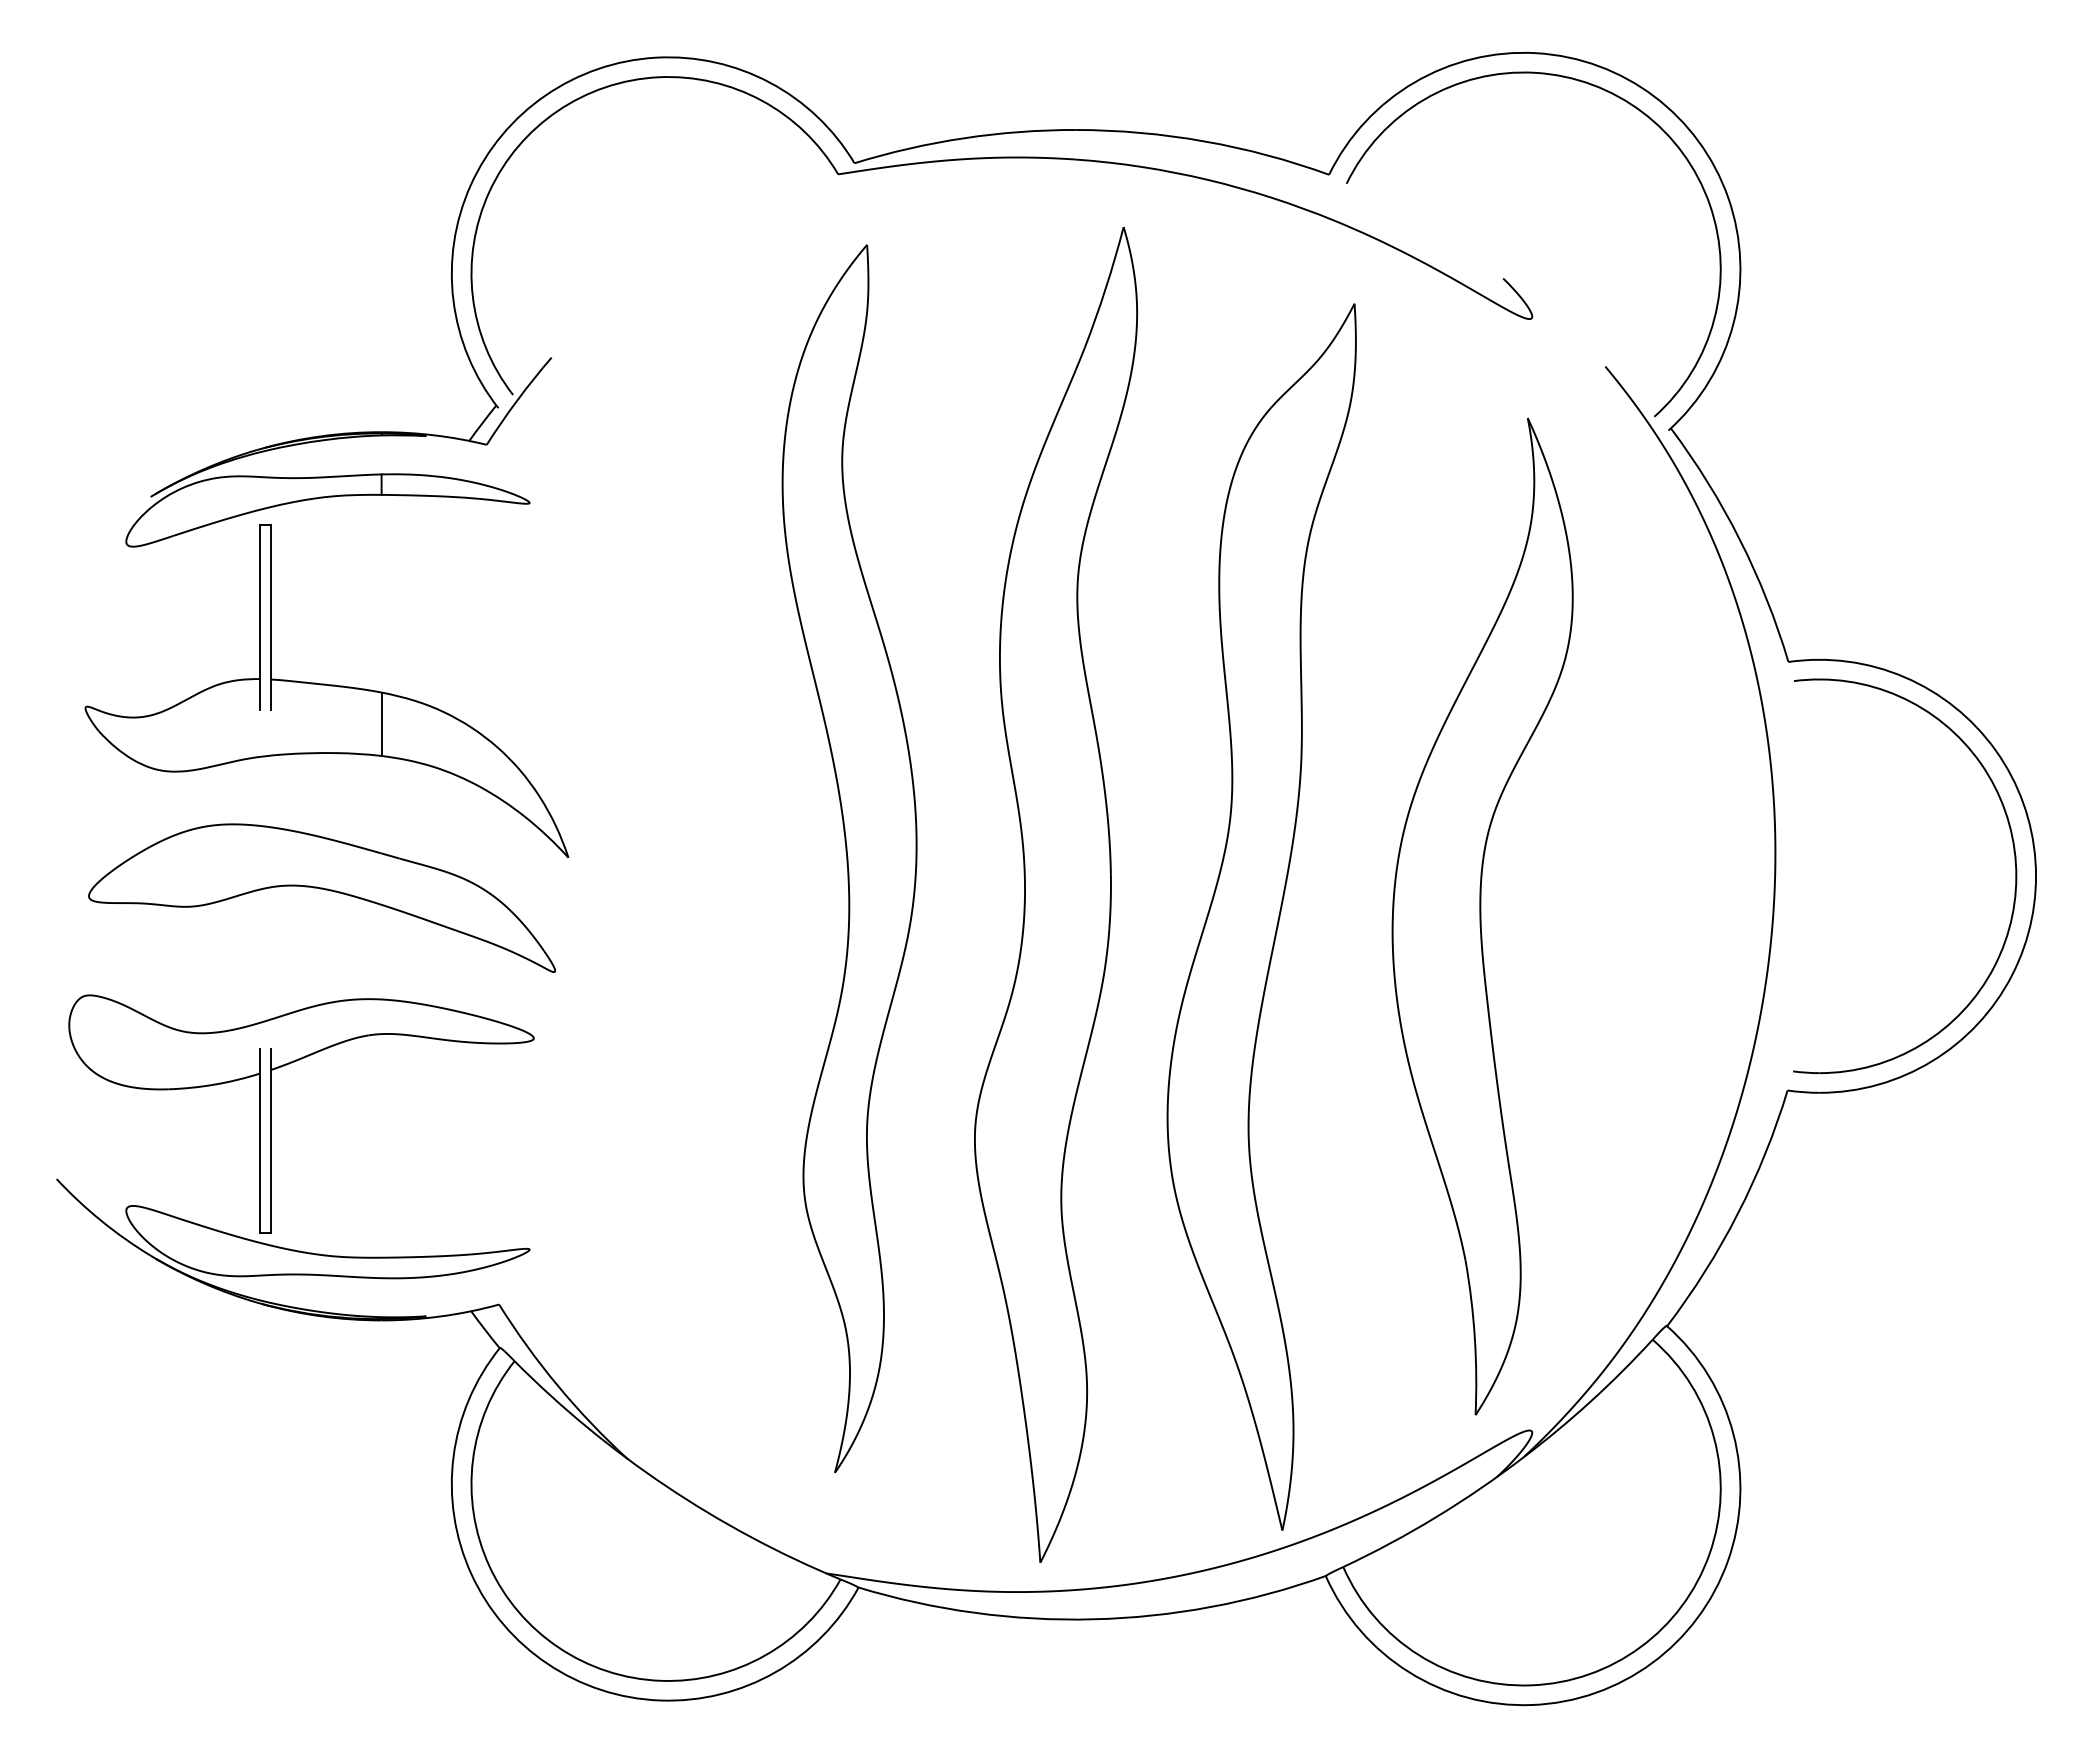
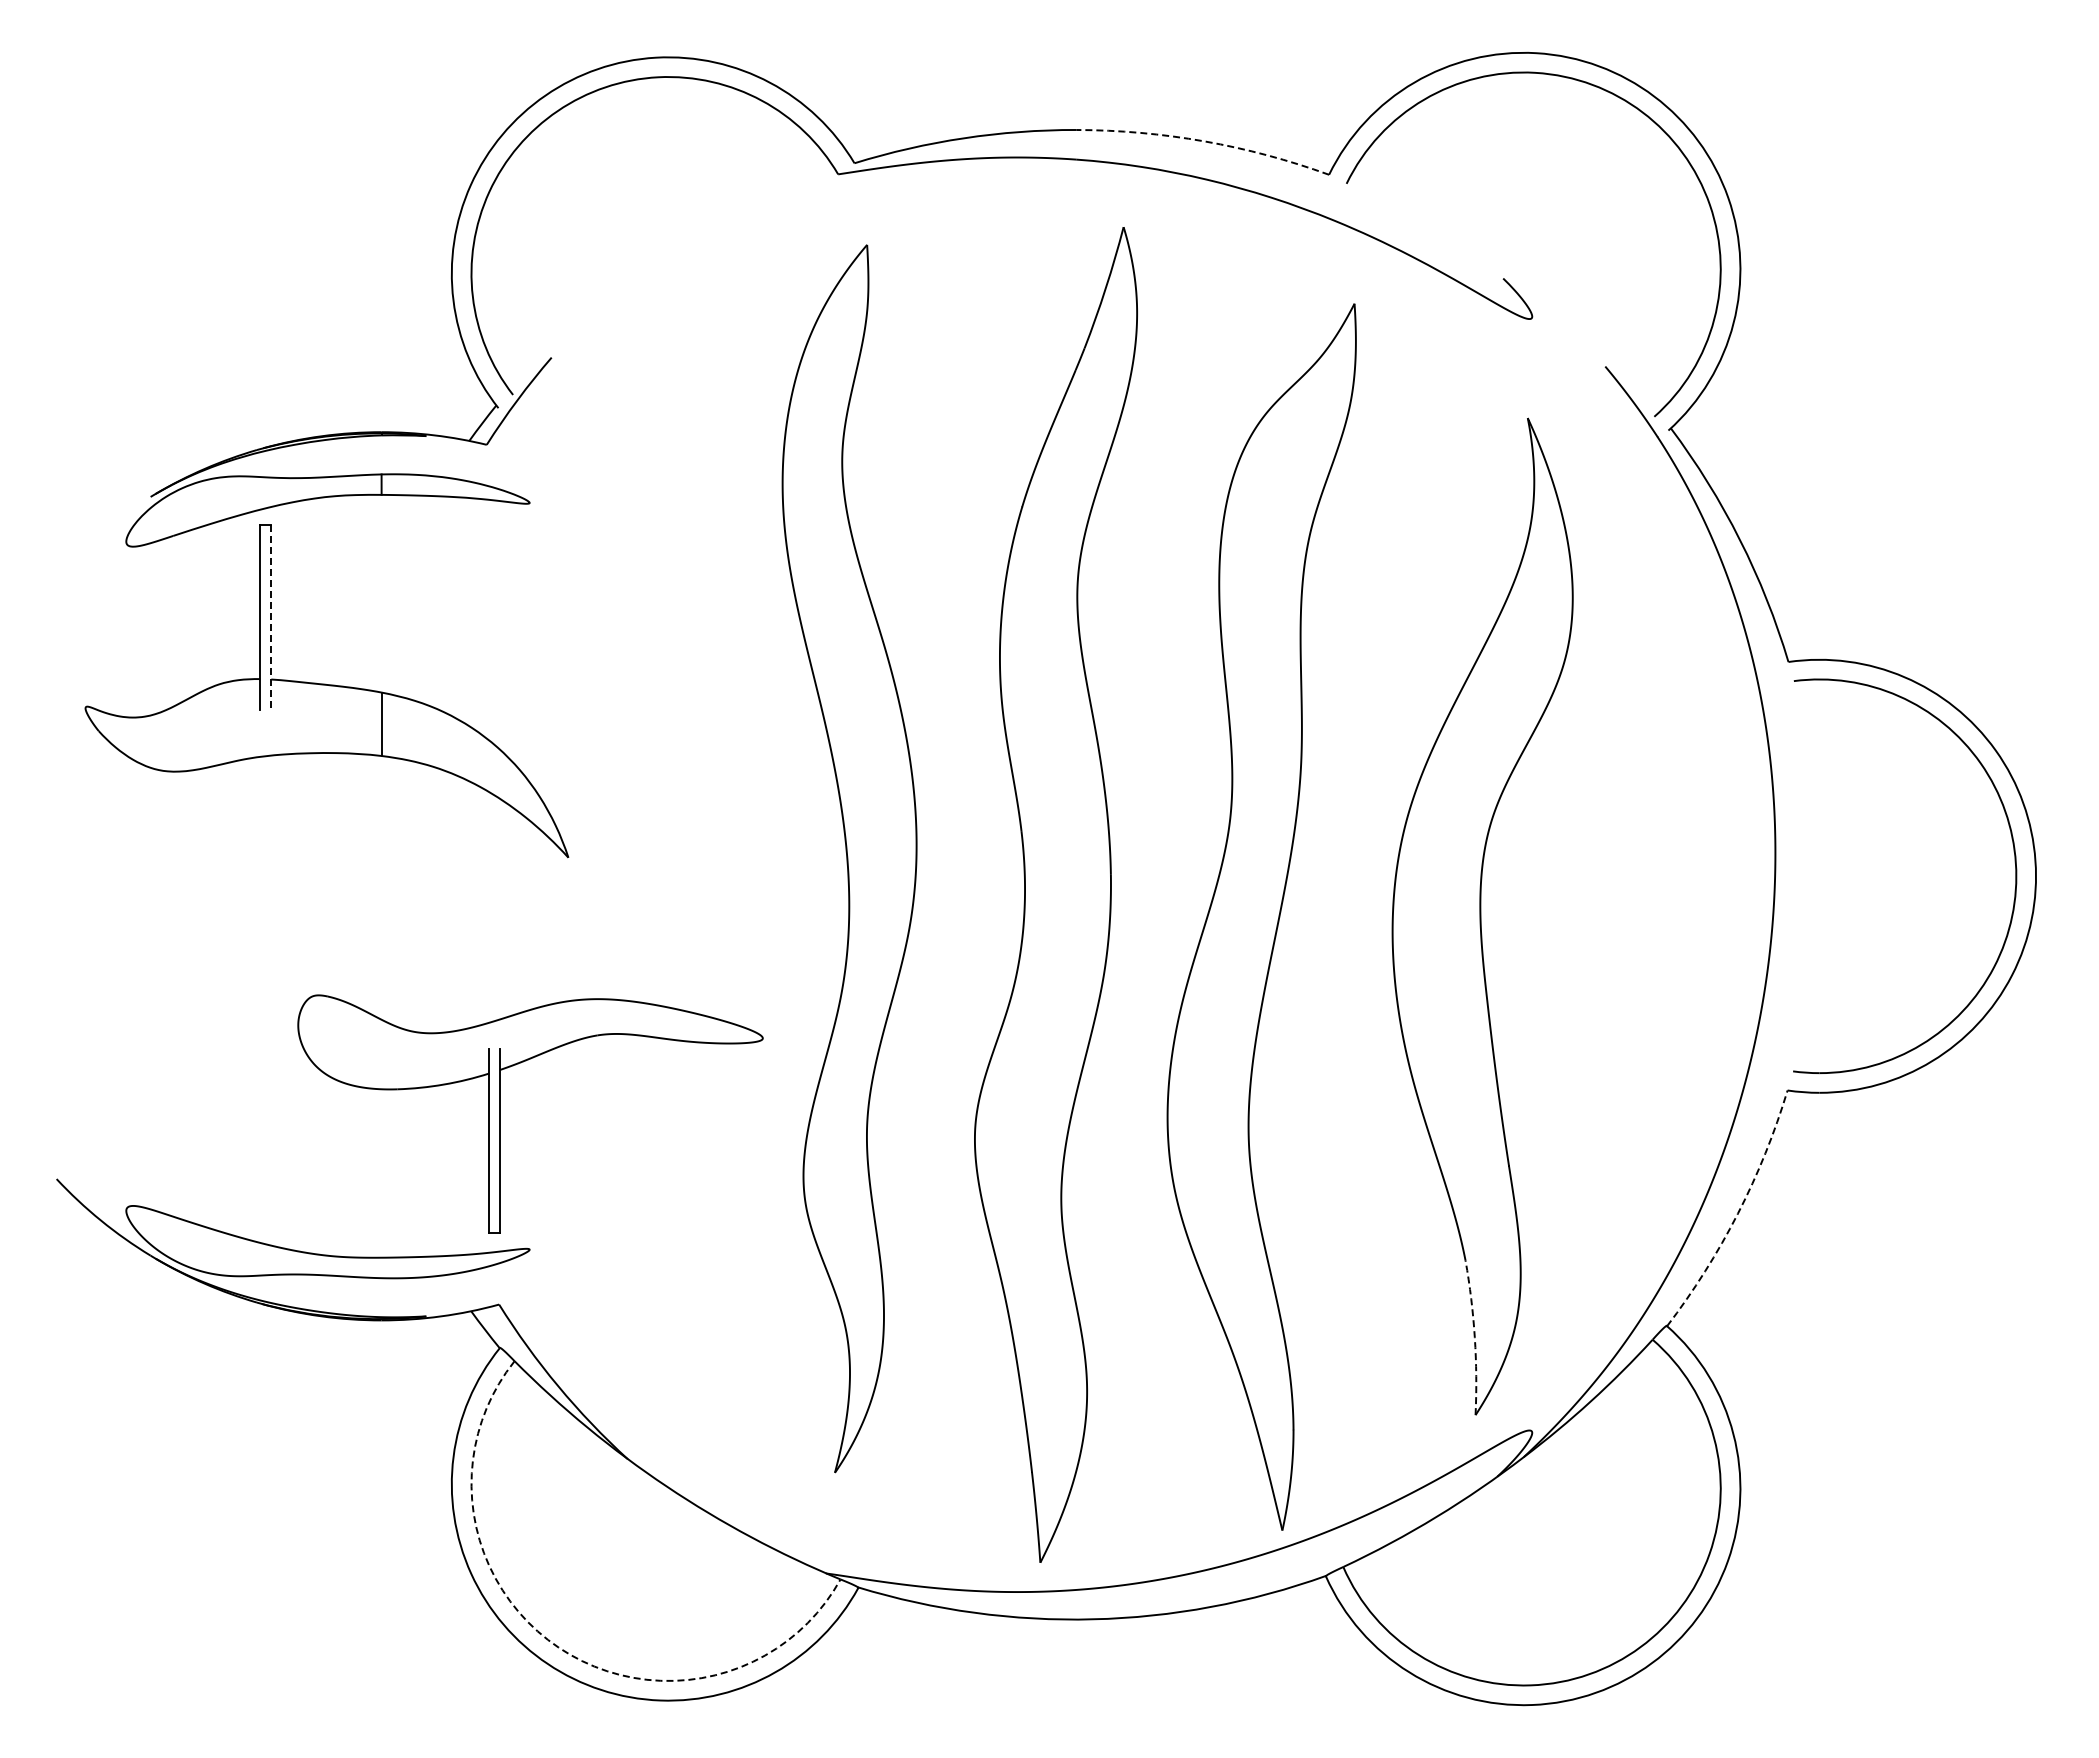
arc at (1204, 141): solid -> dashed
line at (271, 618): solid -> dashed
part at (321, 889): present -> none
part at (271, 1113) position: (271, 1113) -> (500, 1113)
arc at (1737, 1213): solid -> dashed
arc at (1474, 1337): solid -> dashed
arc at (558, 1647): solid -> dashed
